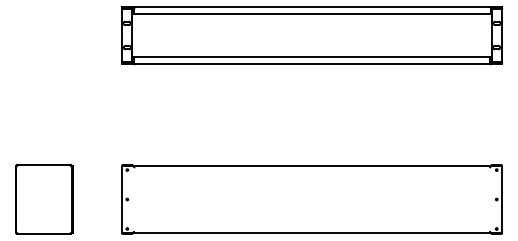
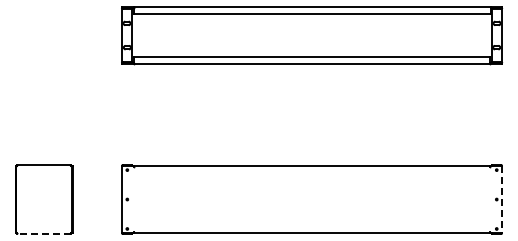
line at (502, 199): solid -> dashed
line at (44, 233): solid -> dashed
